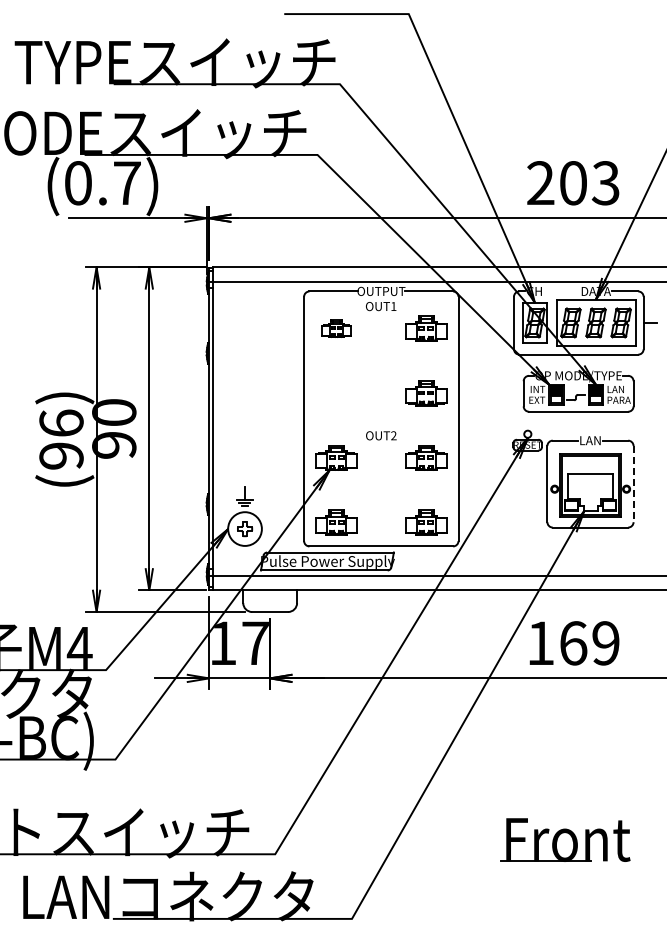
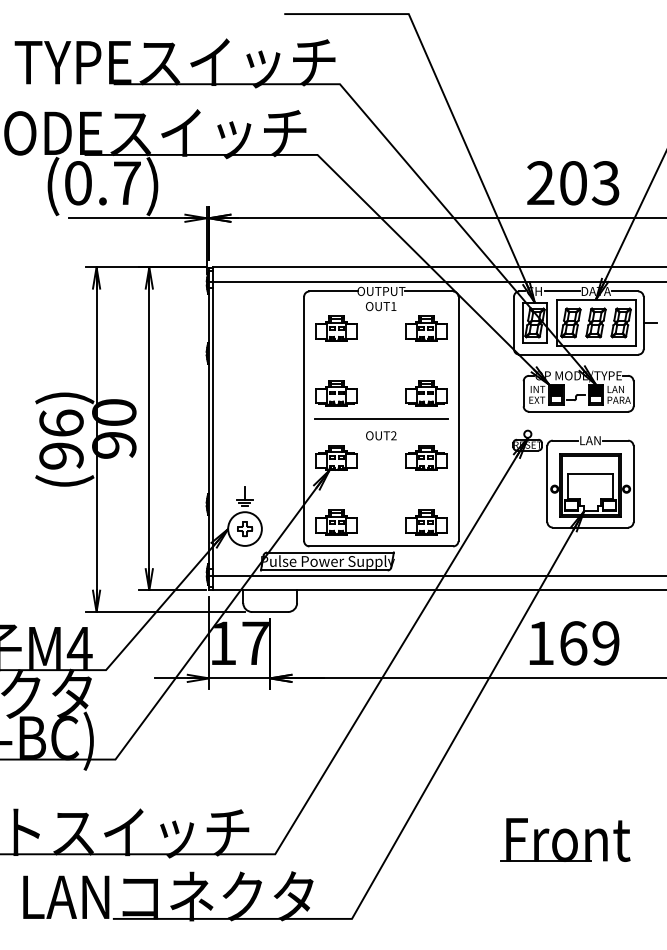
line at (562, 291): none -> present
part at (336, 328) size: 31x19 px -> 43x27 px
part at (336, 393): none -> present
line at (380, 418): none -> present
line at (633, 484): dashed -> solid
